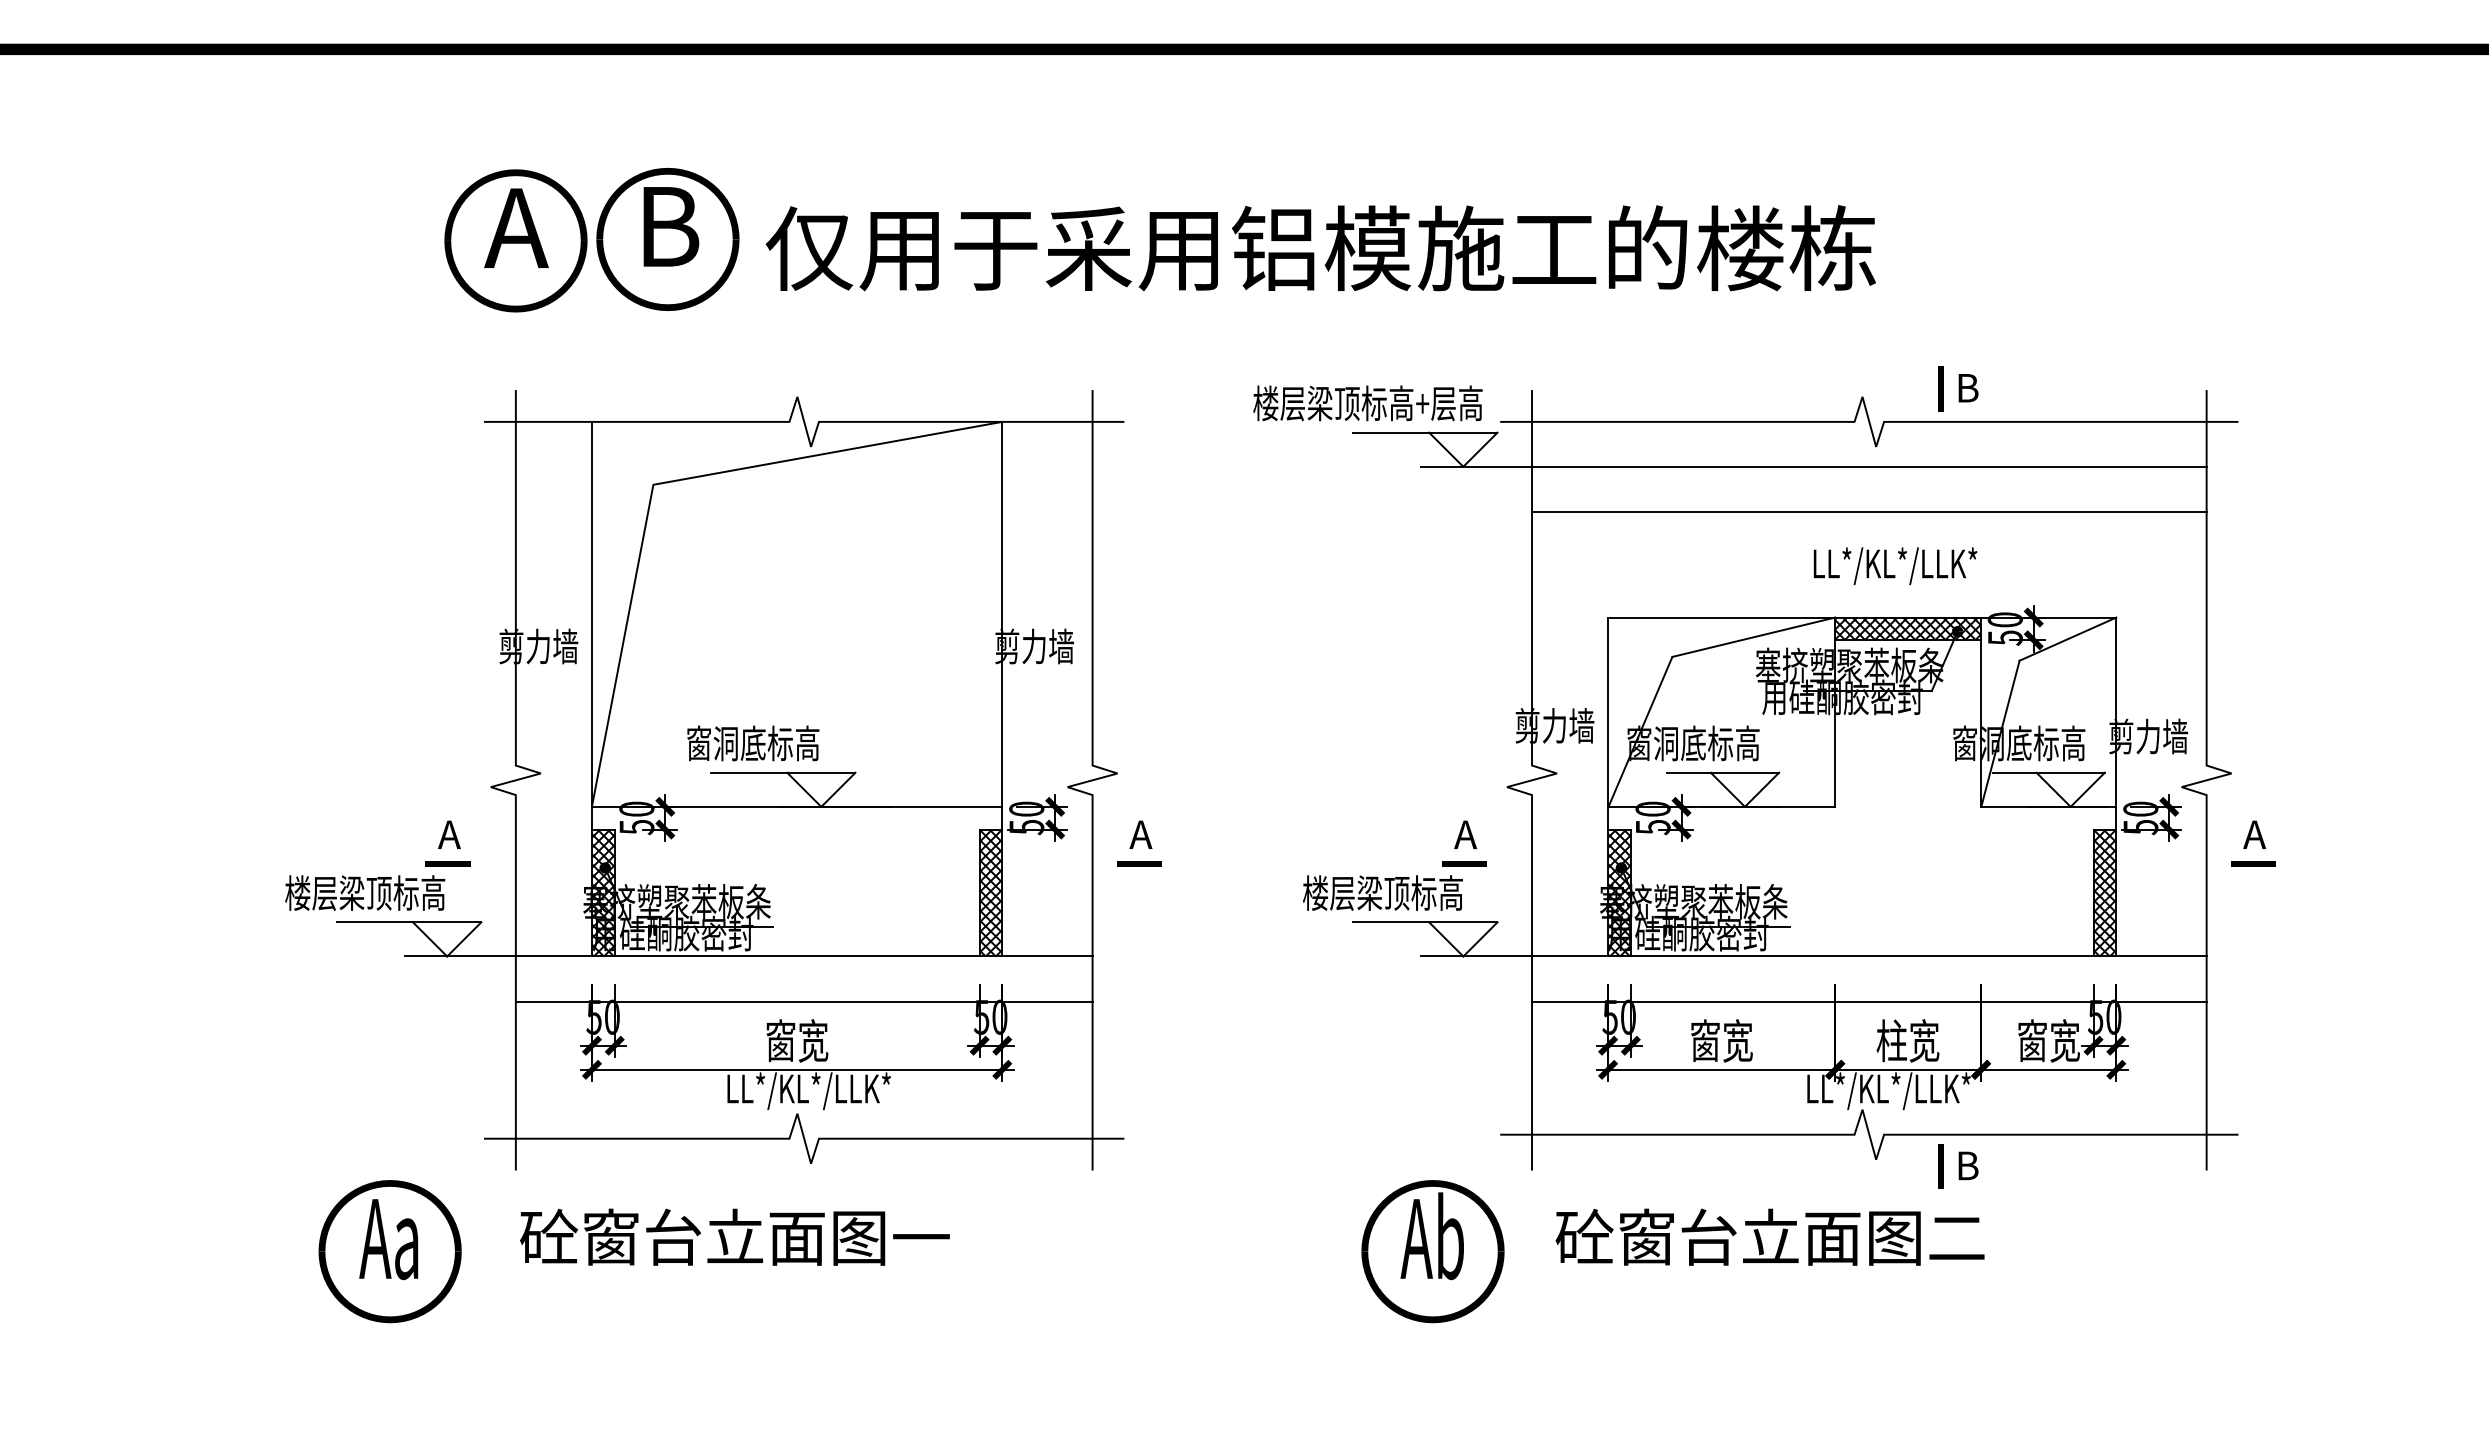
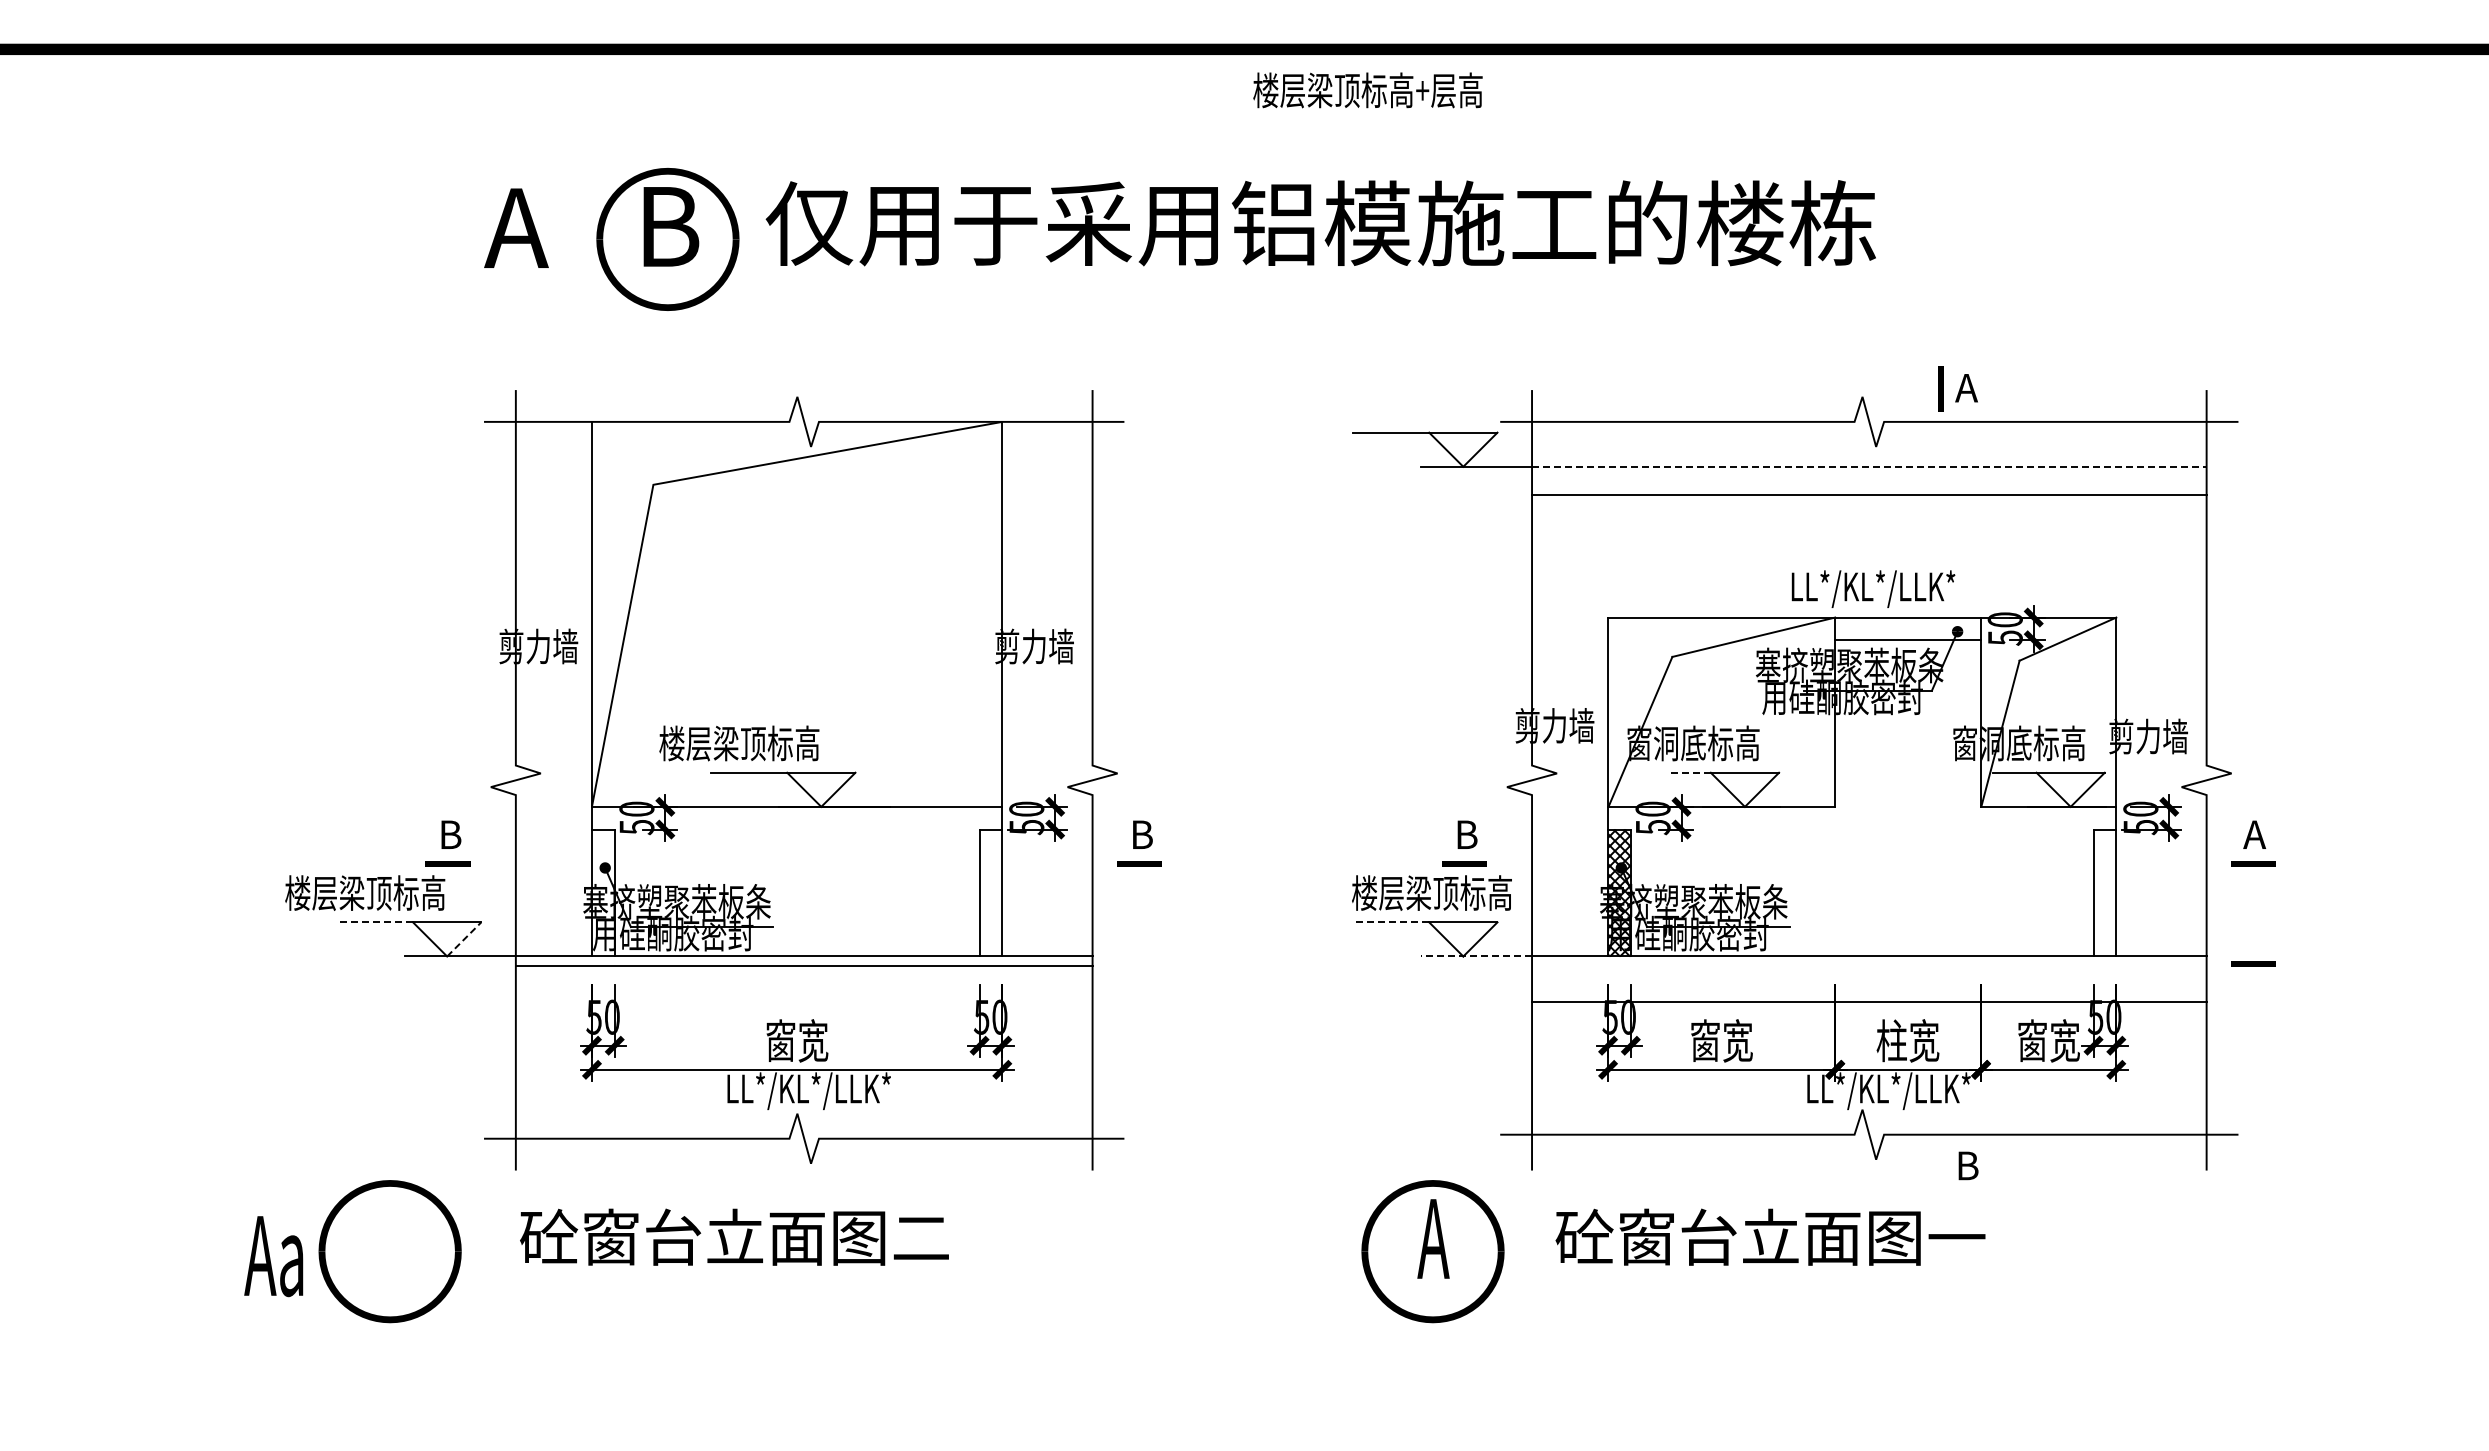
part at (515, 240): present -> none
text at (1320, 248) position: (1320, 248) -> (1320, 223)
text at (1966, 388): B -> A
text at (1367, 403) position: (1367, 403) -> (1367, 90)
line at (1869, 466): solid -> dashed
line at (1869, 512) position: (1869, 512) -> (1869, 495)
text at (1895, 565) position: (1895, 565) -> (1873, 588)
hatch at (1908, 628): present -> none
text at (712, 743): 窗洞底标高 -> 楼层梁顶标高
line at (1689, 772): solid -> dashed
text at (449, 834): A -> B
text at (1140, 834): A -> B
text at (1465, 834): A -> B
hatch at (602, 892): present -> none
hatch at (990, 892): present -> none
text at (1382, 892) position: (1382, 892) -> (1431, 892)
hatch at (2104, 892): present -> none
line at (375, 922): solid -> dashed
line at (1391, 922): solid -> dashed
line at (464, 939): solid -> dashed
line at (1476, 956): solid -> dashed
line at (2253, 963): none -> present
line at (803, 1001) position: (803, 1001) -> (803, 965)
line at (1940, 1166): present -> none
text at (1431, 1236): Ab -> A
text at (921, 1238): 砼窗台立面图一 -> 砼窗台立面图二
text at (1956, 1238): 砼窗台立面图二 -> 砼窗台立面图一
text at (388, 1239) position: (388, 1239) -> (273, 1256)
